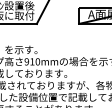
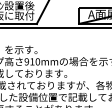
line at (55, 28): none -> present
